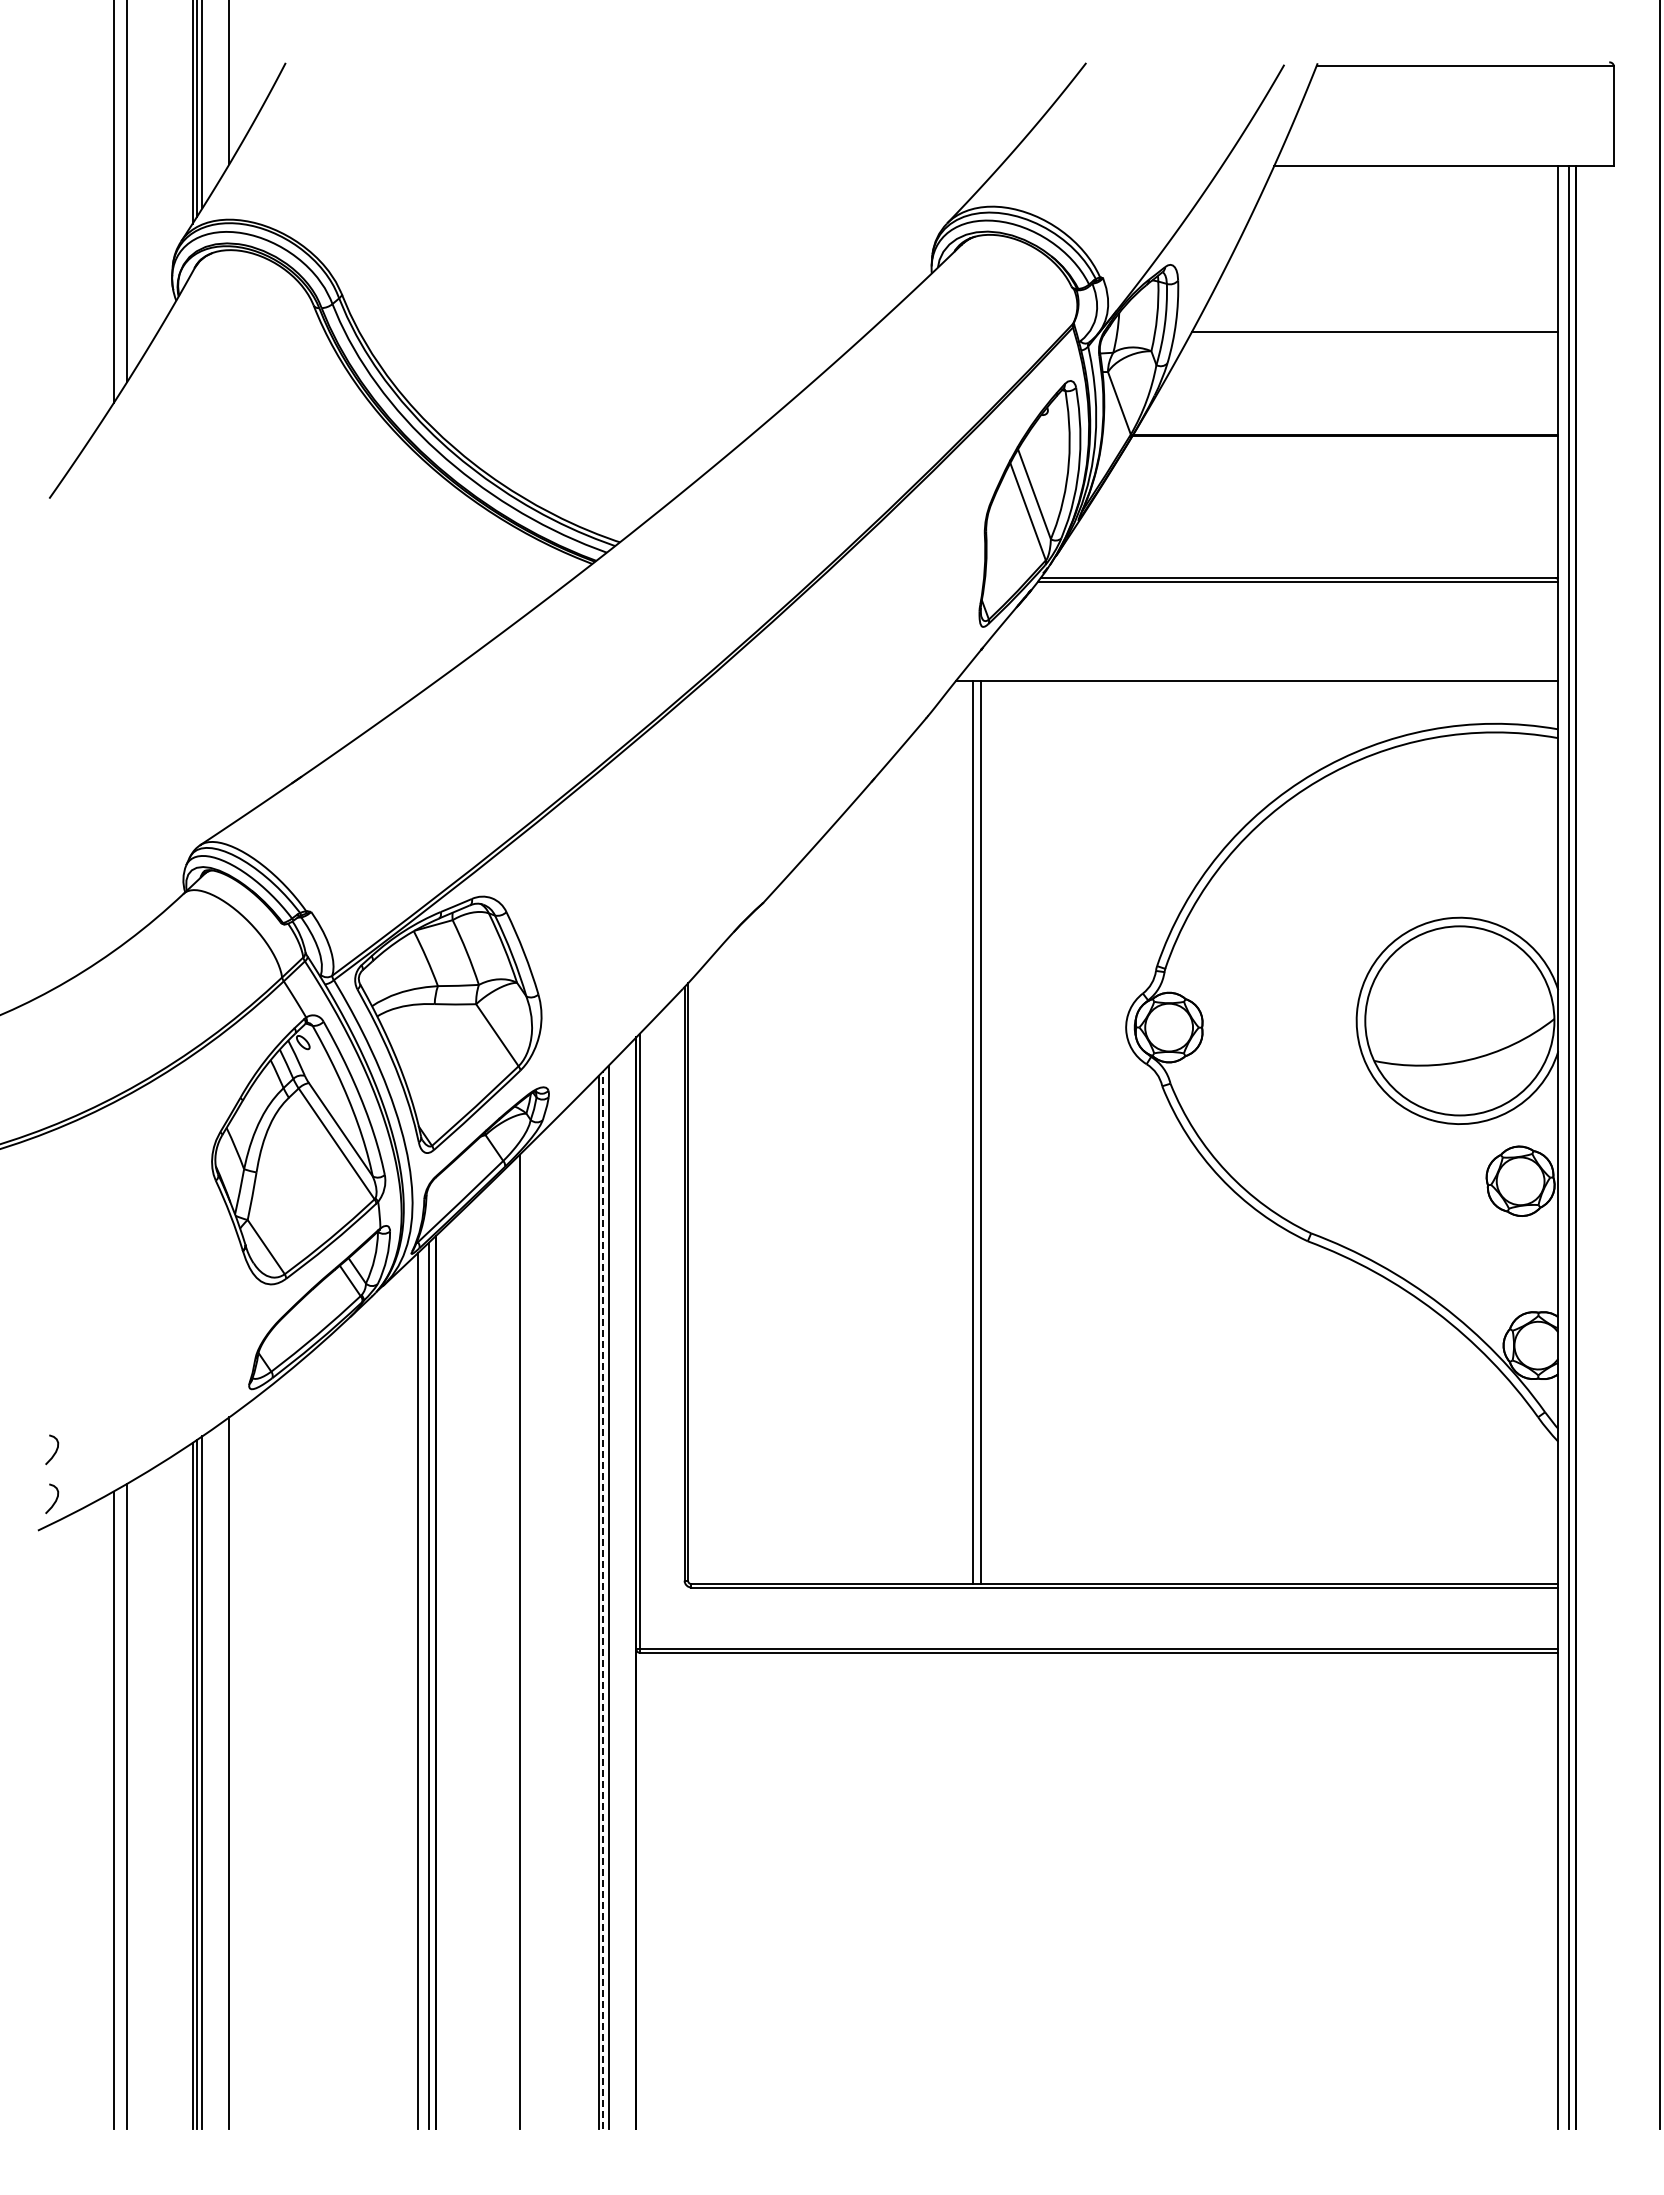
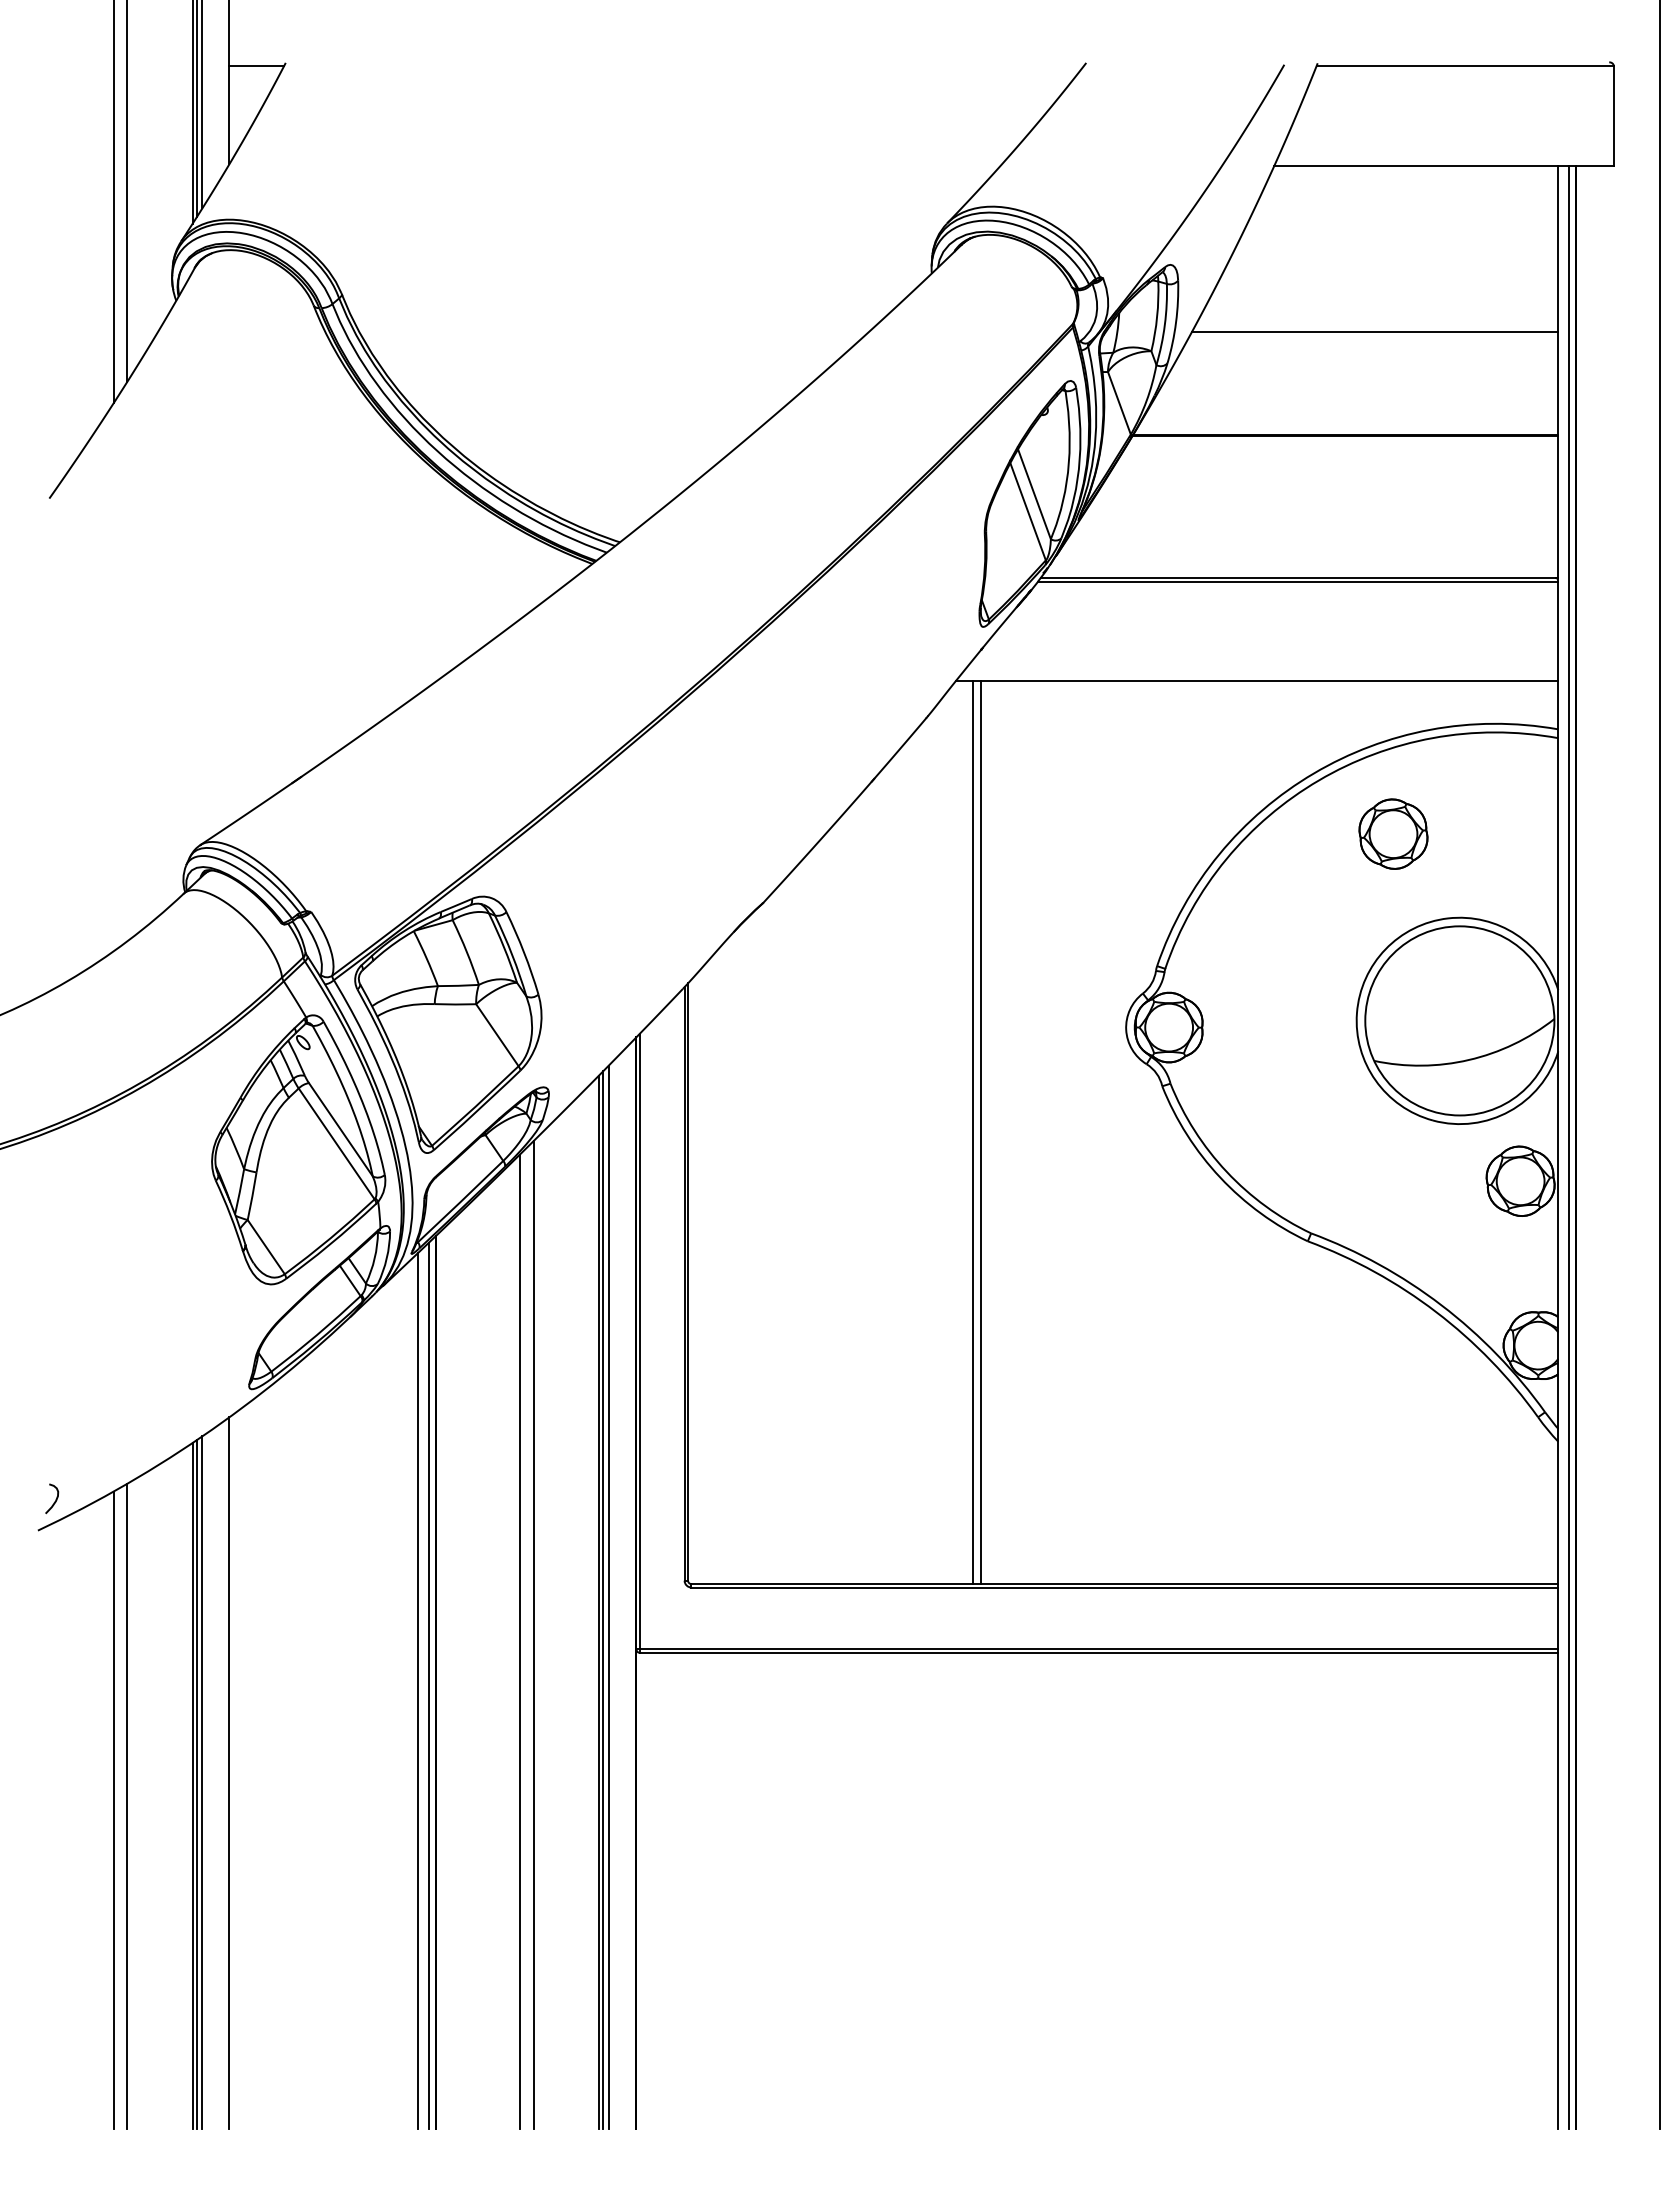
line at (256, 65): none -> present
part at (1393, 833): none -> present
curve at (55, 1450): present -> none
line at (603, 1600): dashed -> solid
line at (533, 1635): none -> present
